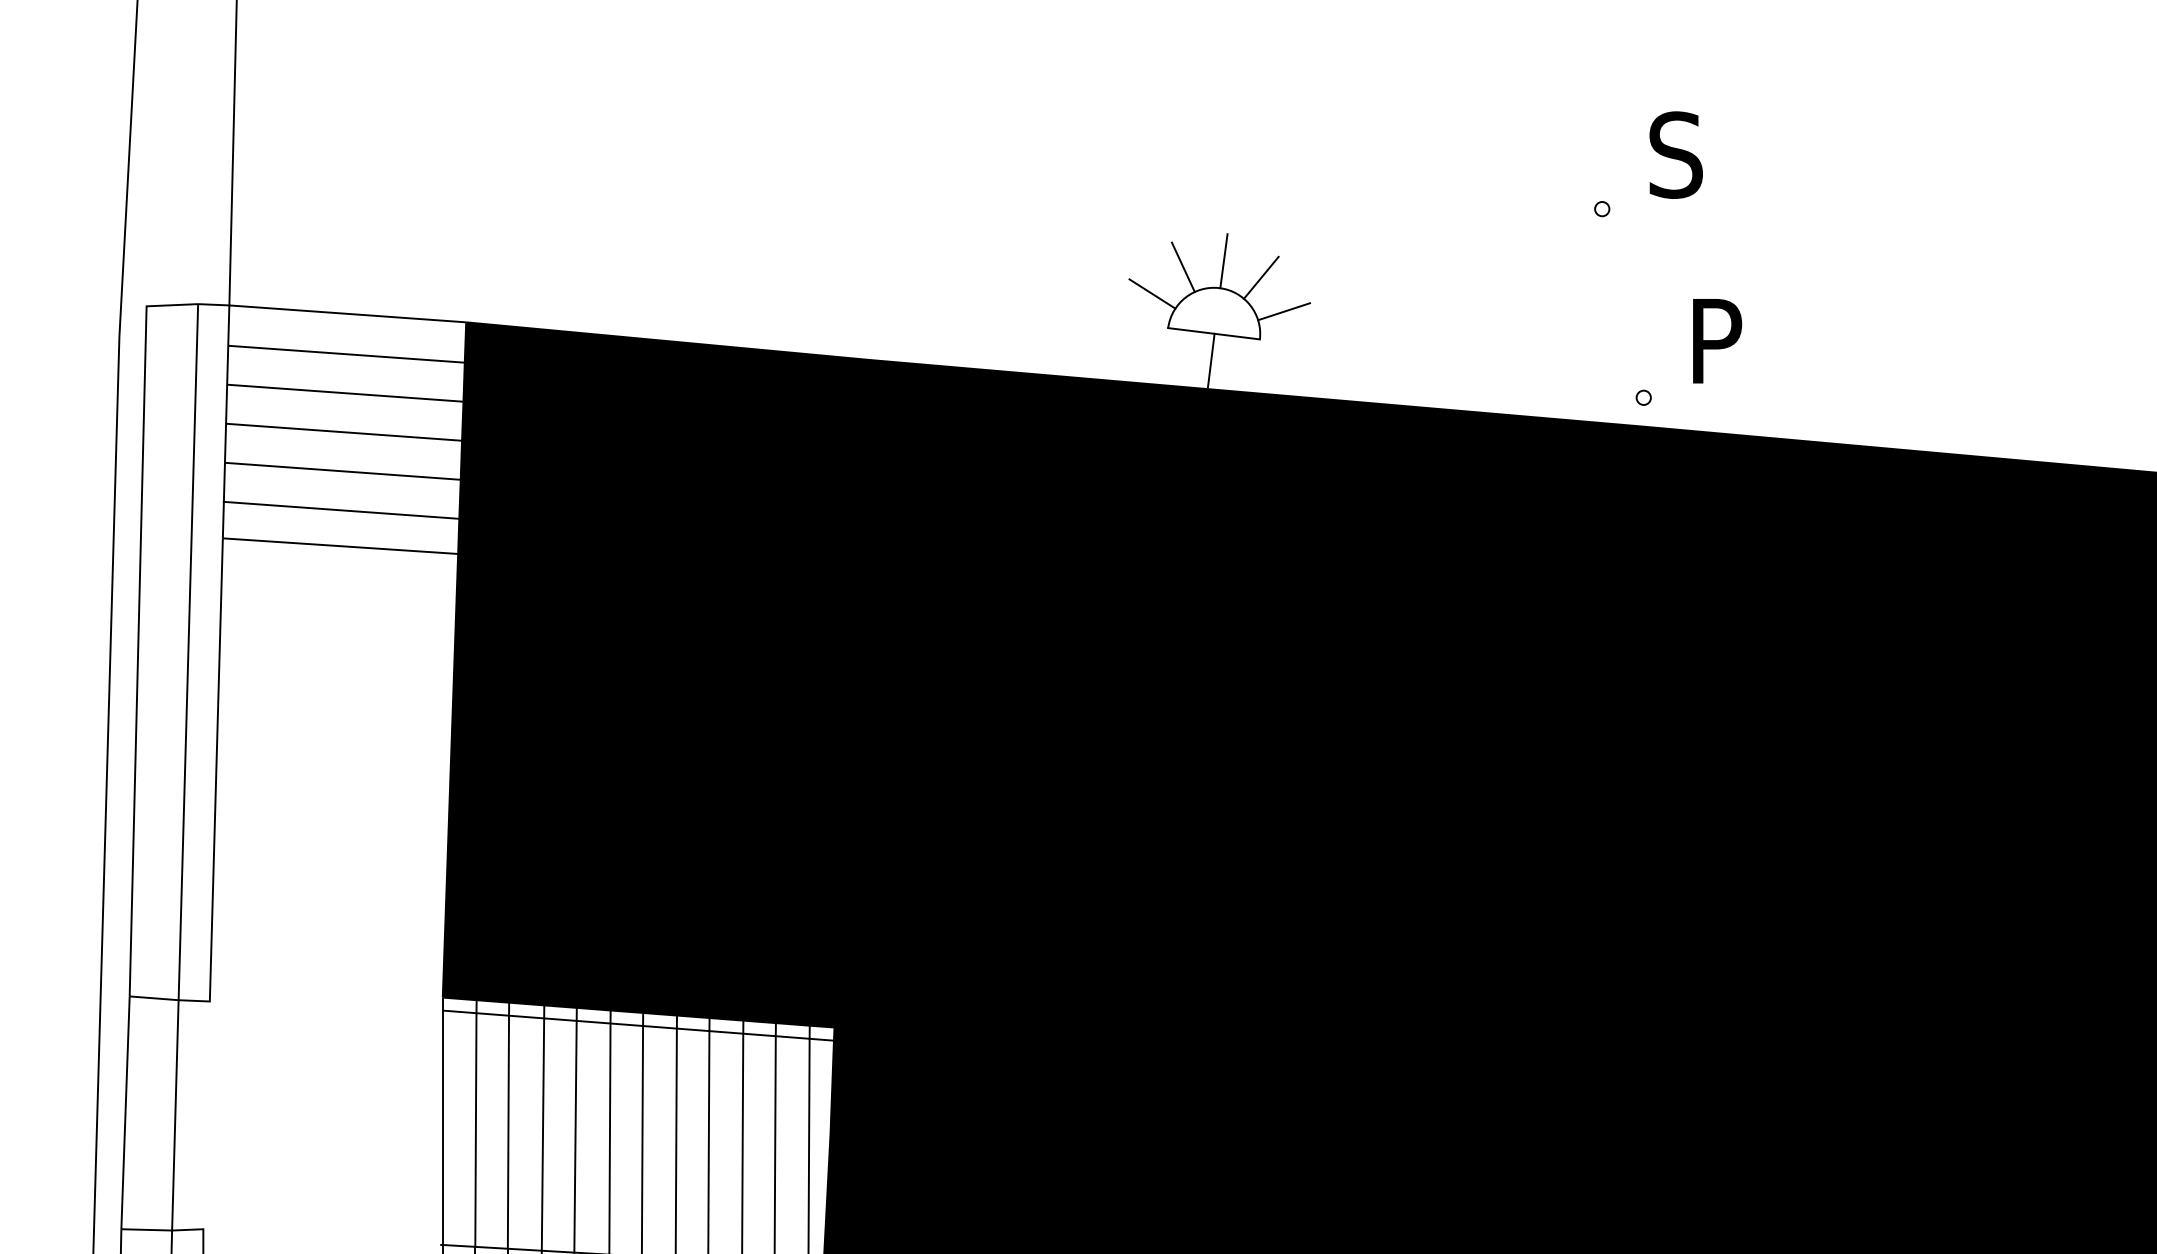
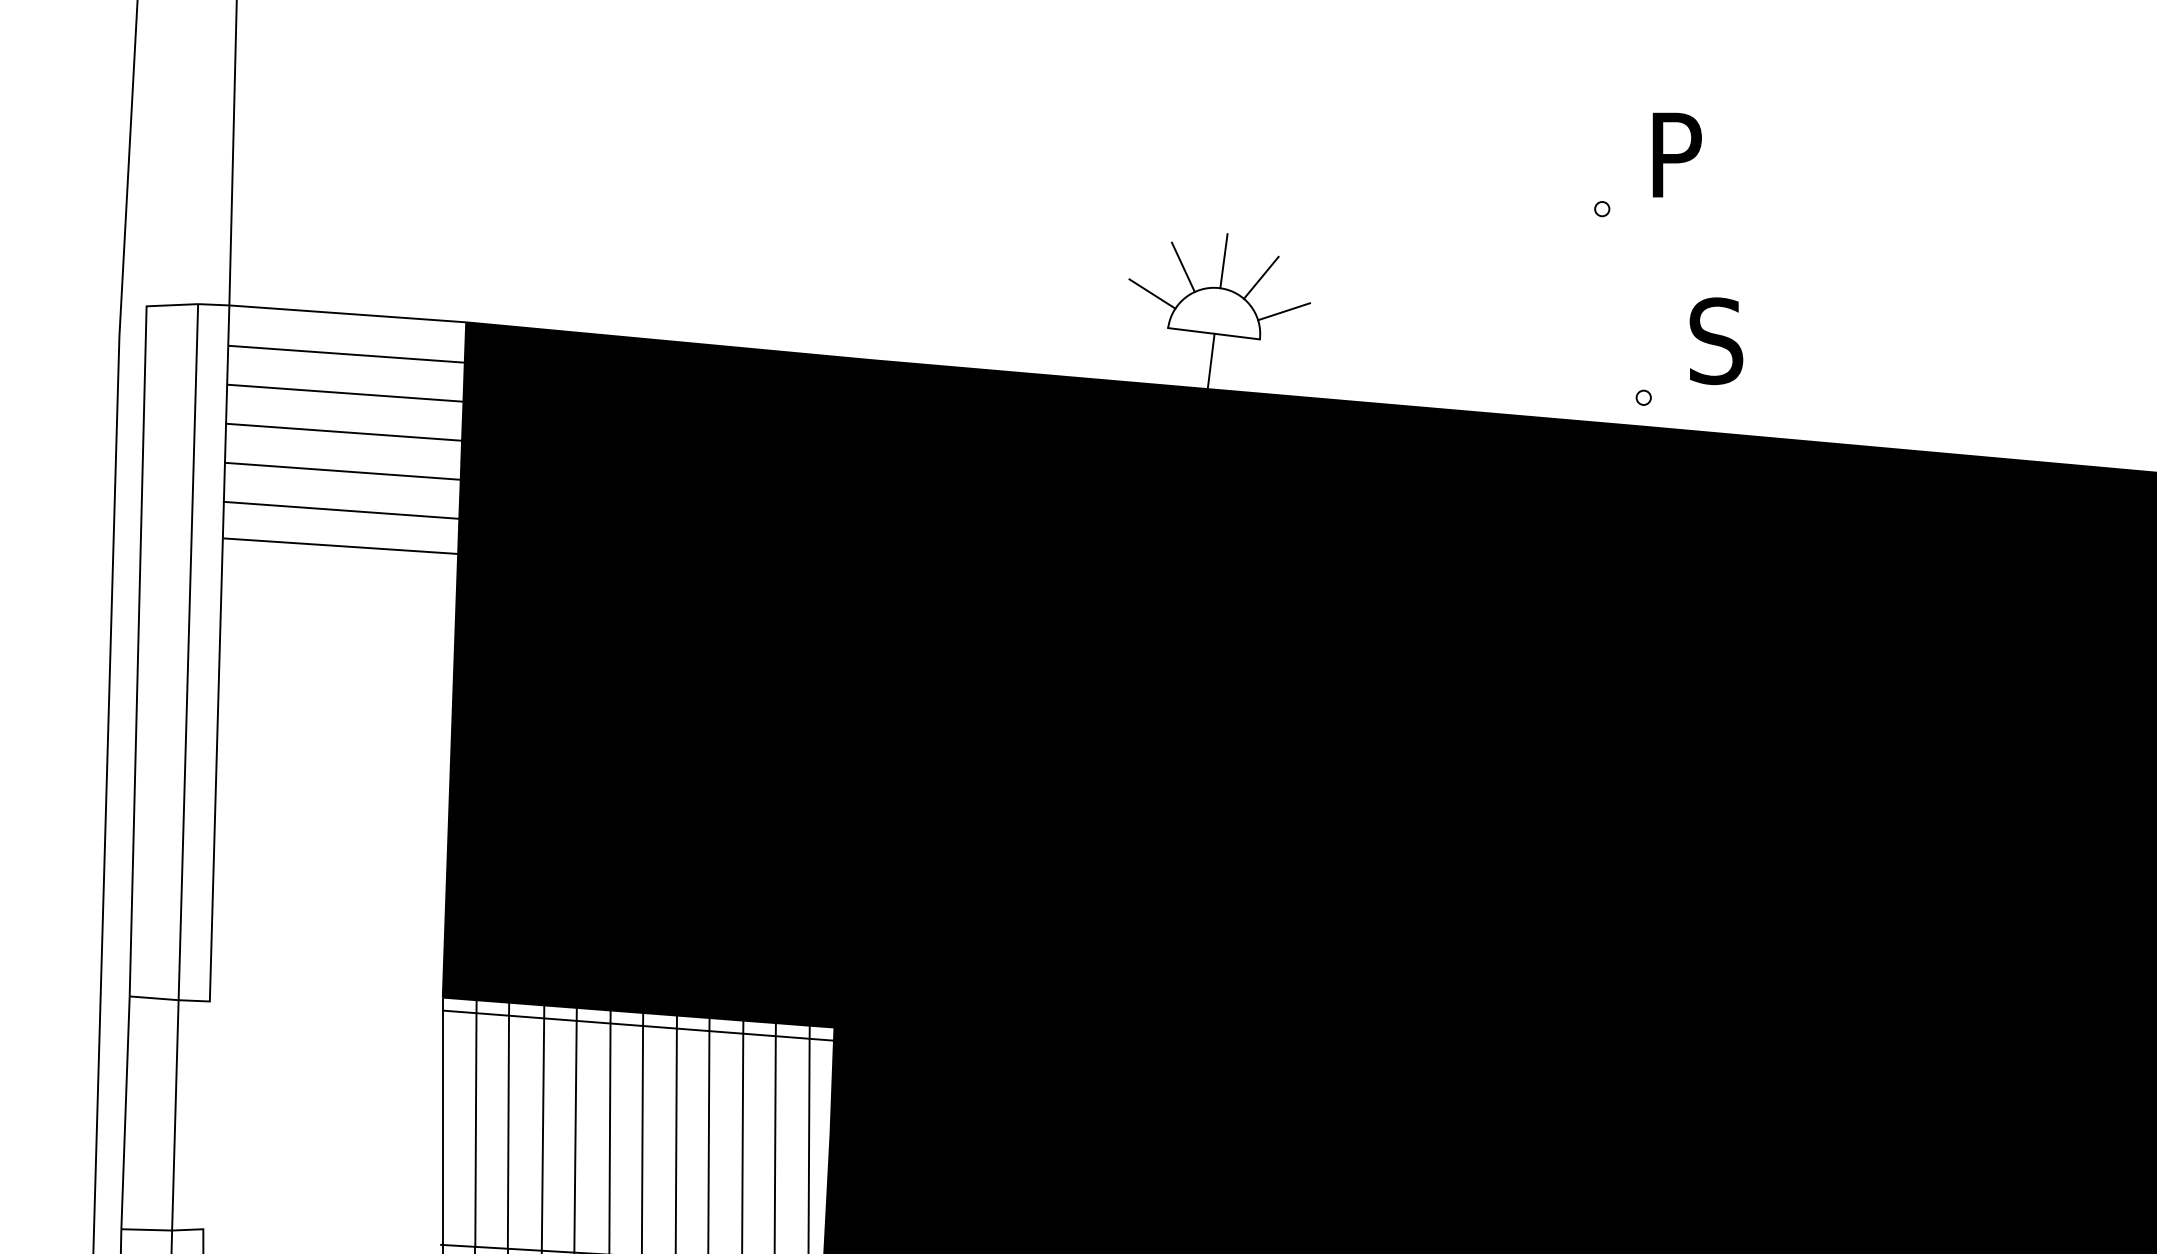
text at (1675, 154): S -> P
text at (1716, 341): P -> S
